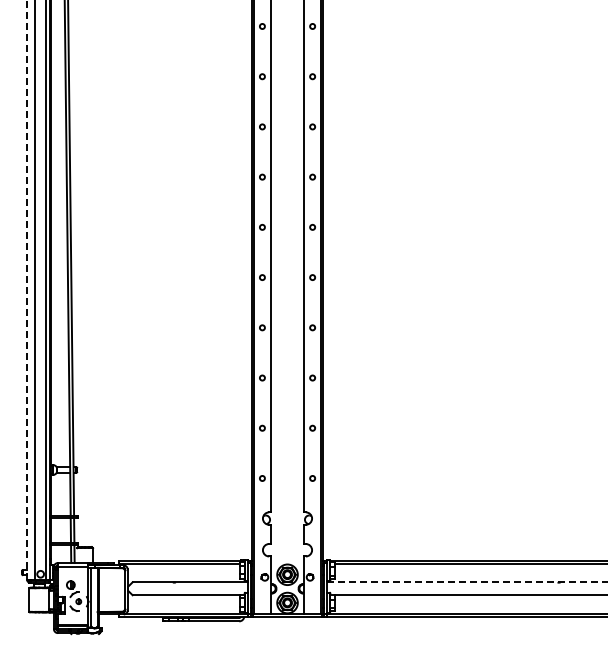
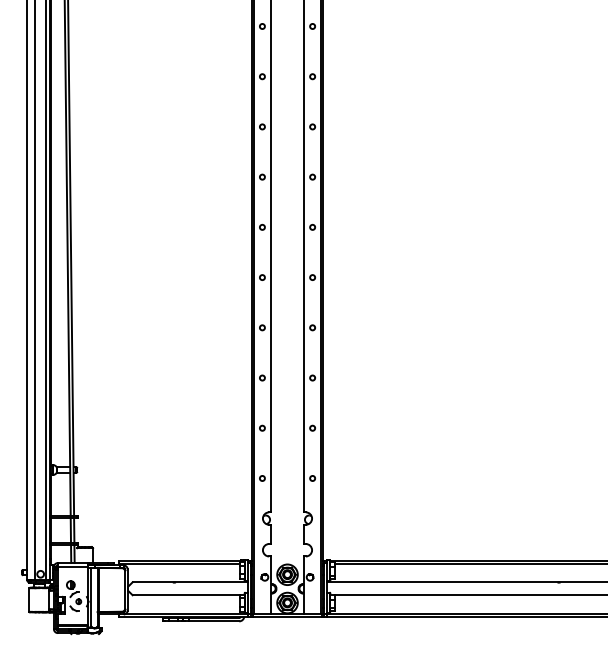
line at (27, 290): dashed -> solid
line at (467, 582): dashed -> solid
